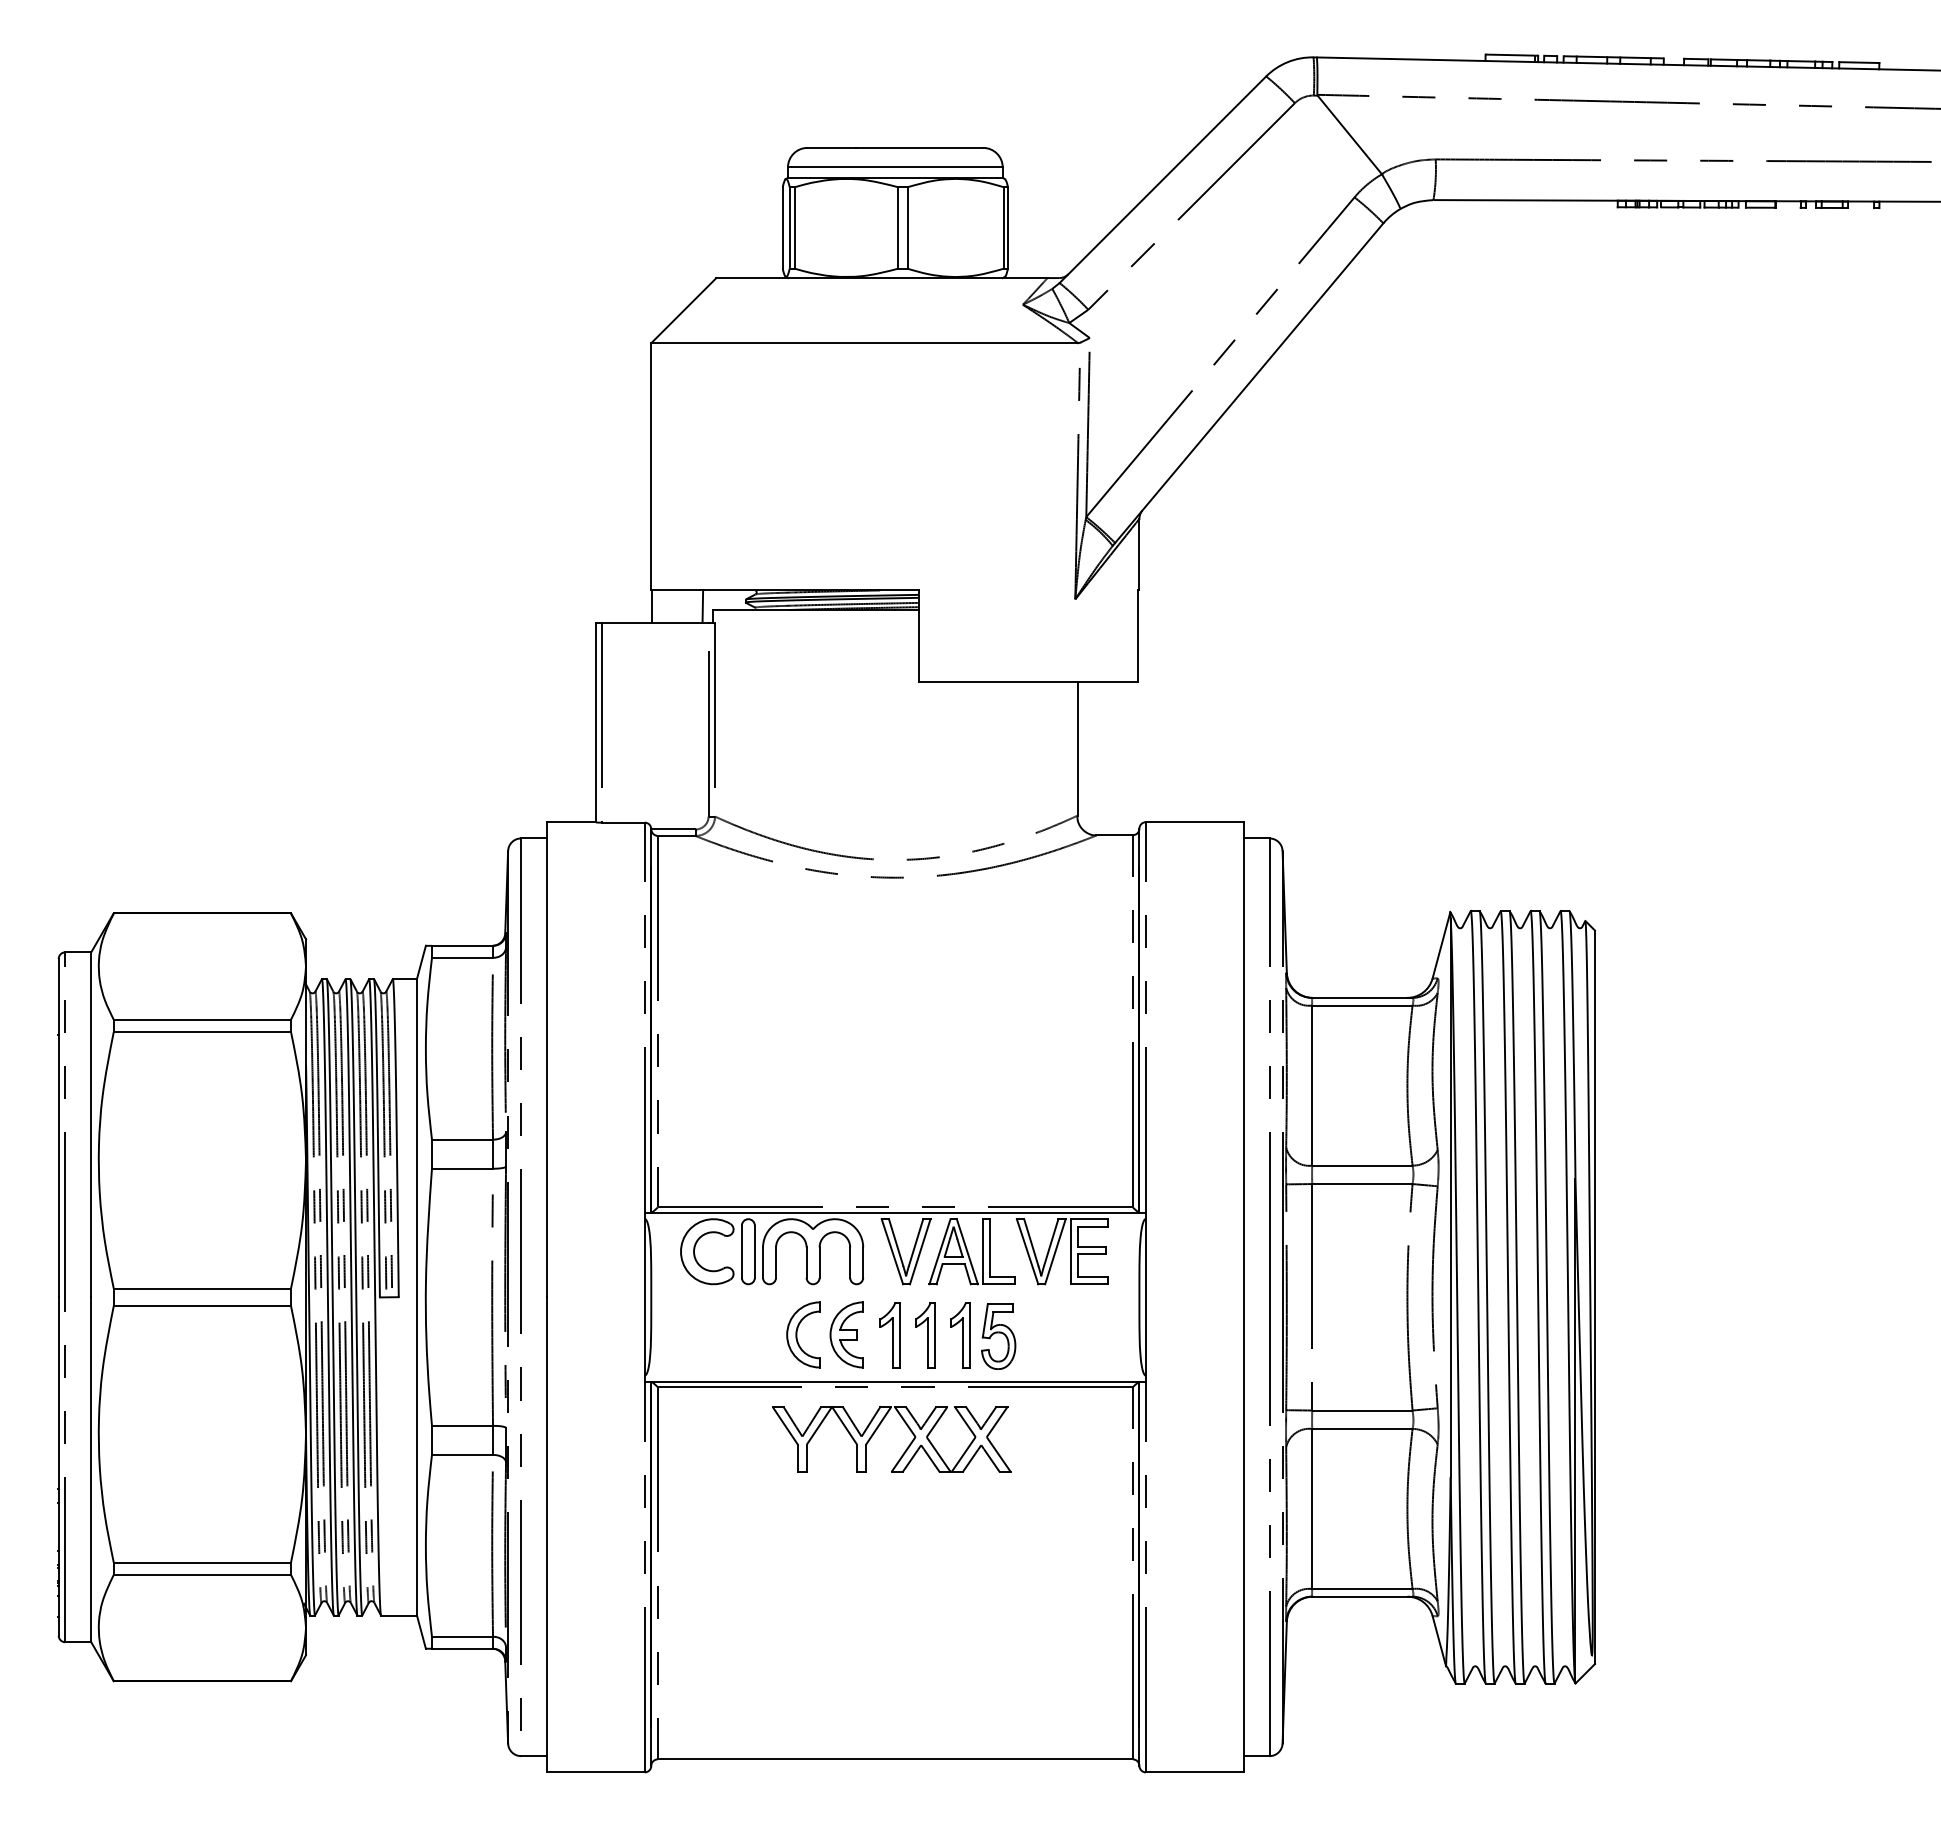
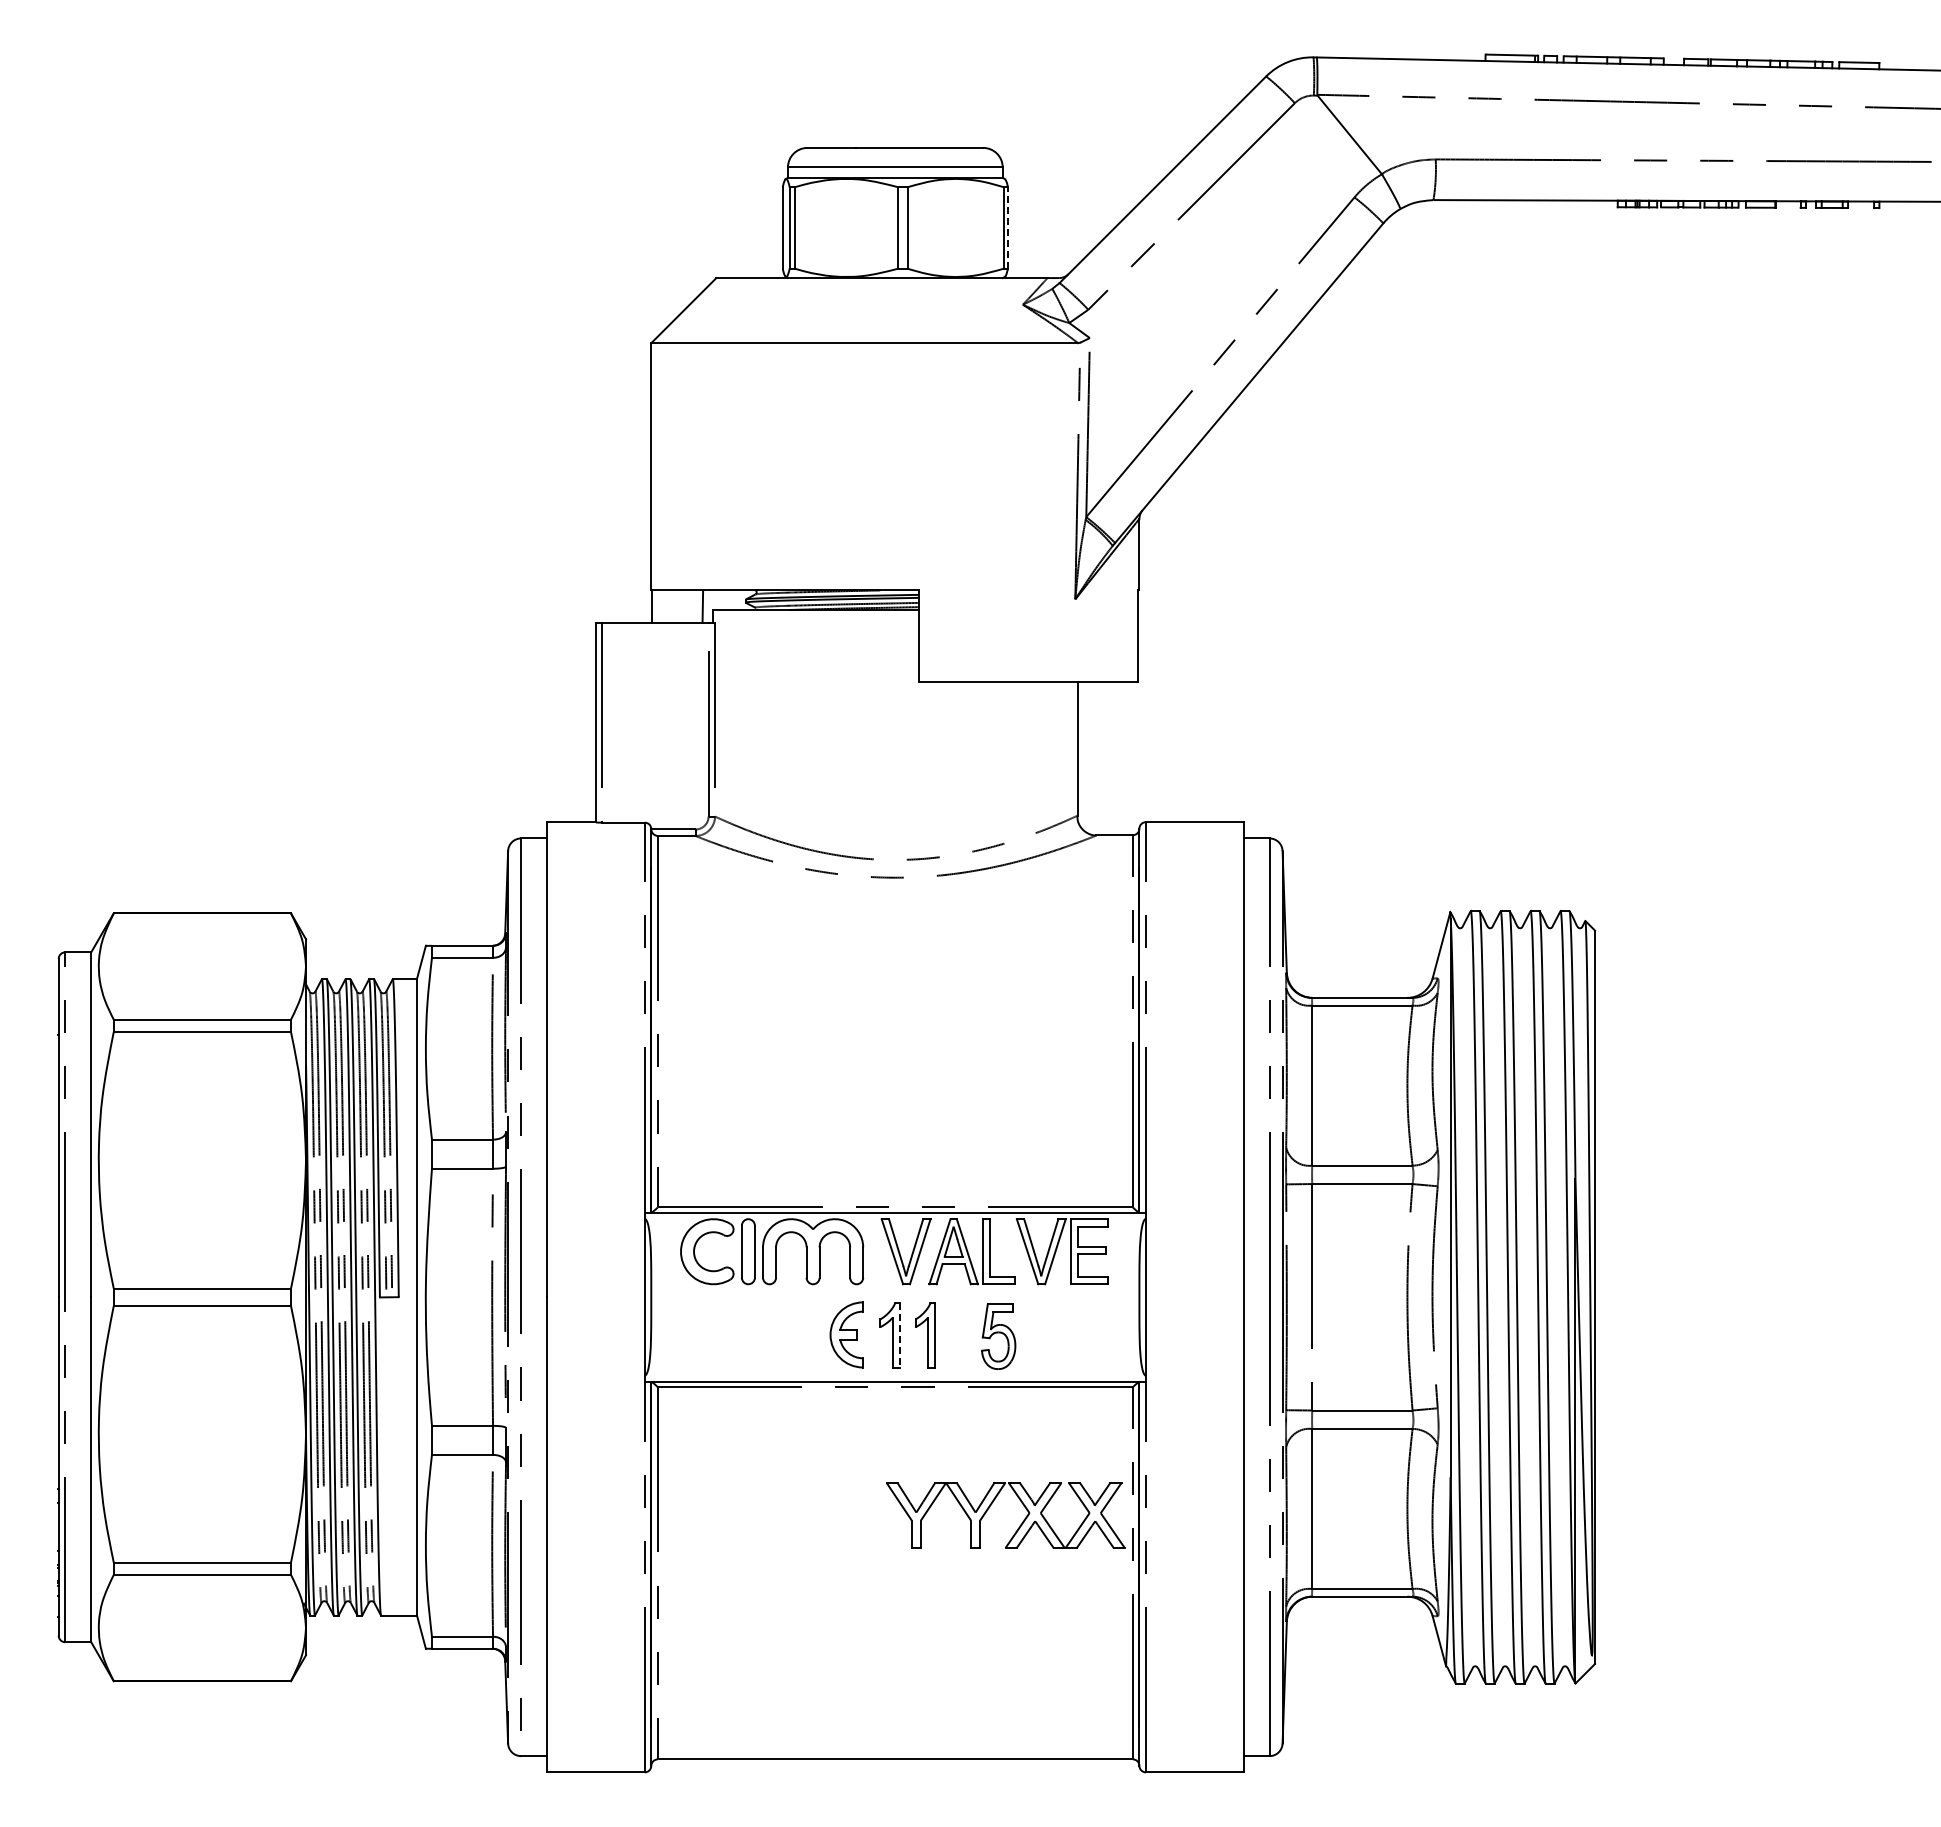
line at (1008, 227): solid -> dashed
part at (803, 1334): present -> none
line at (899, 1335): solid -> dashed
part at (960, 1335): present -> none
part at (877, 1429) position: (877, 1429) -> (991, 1505)
